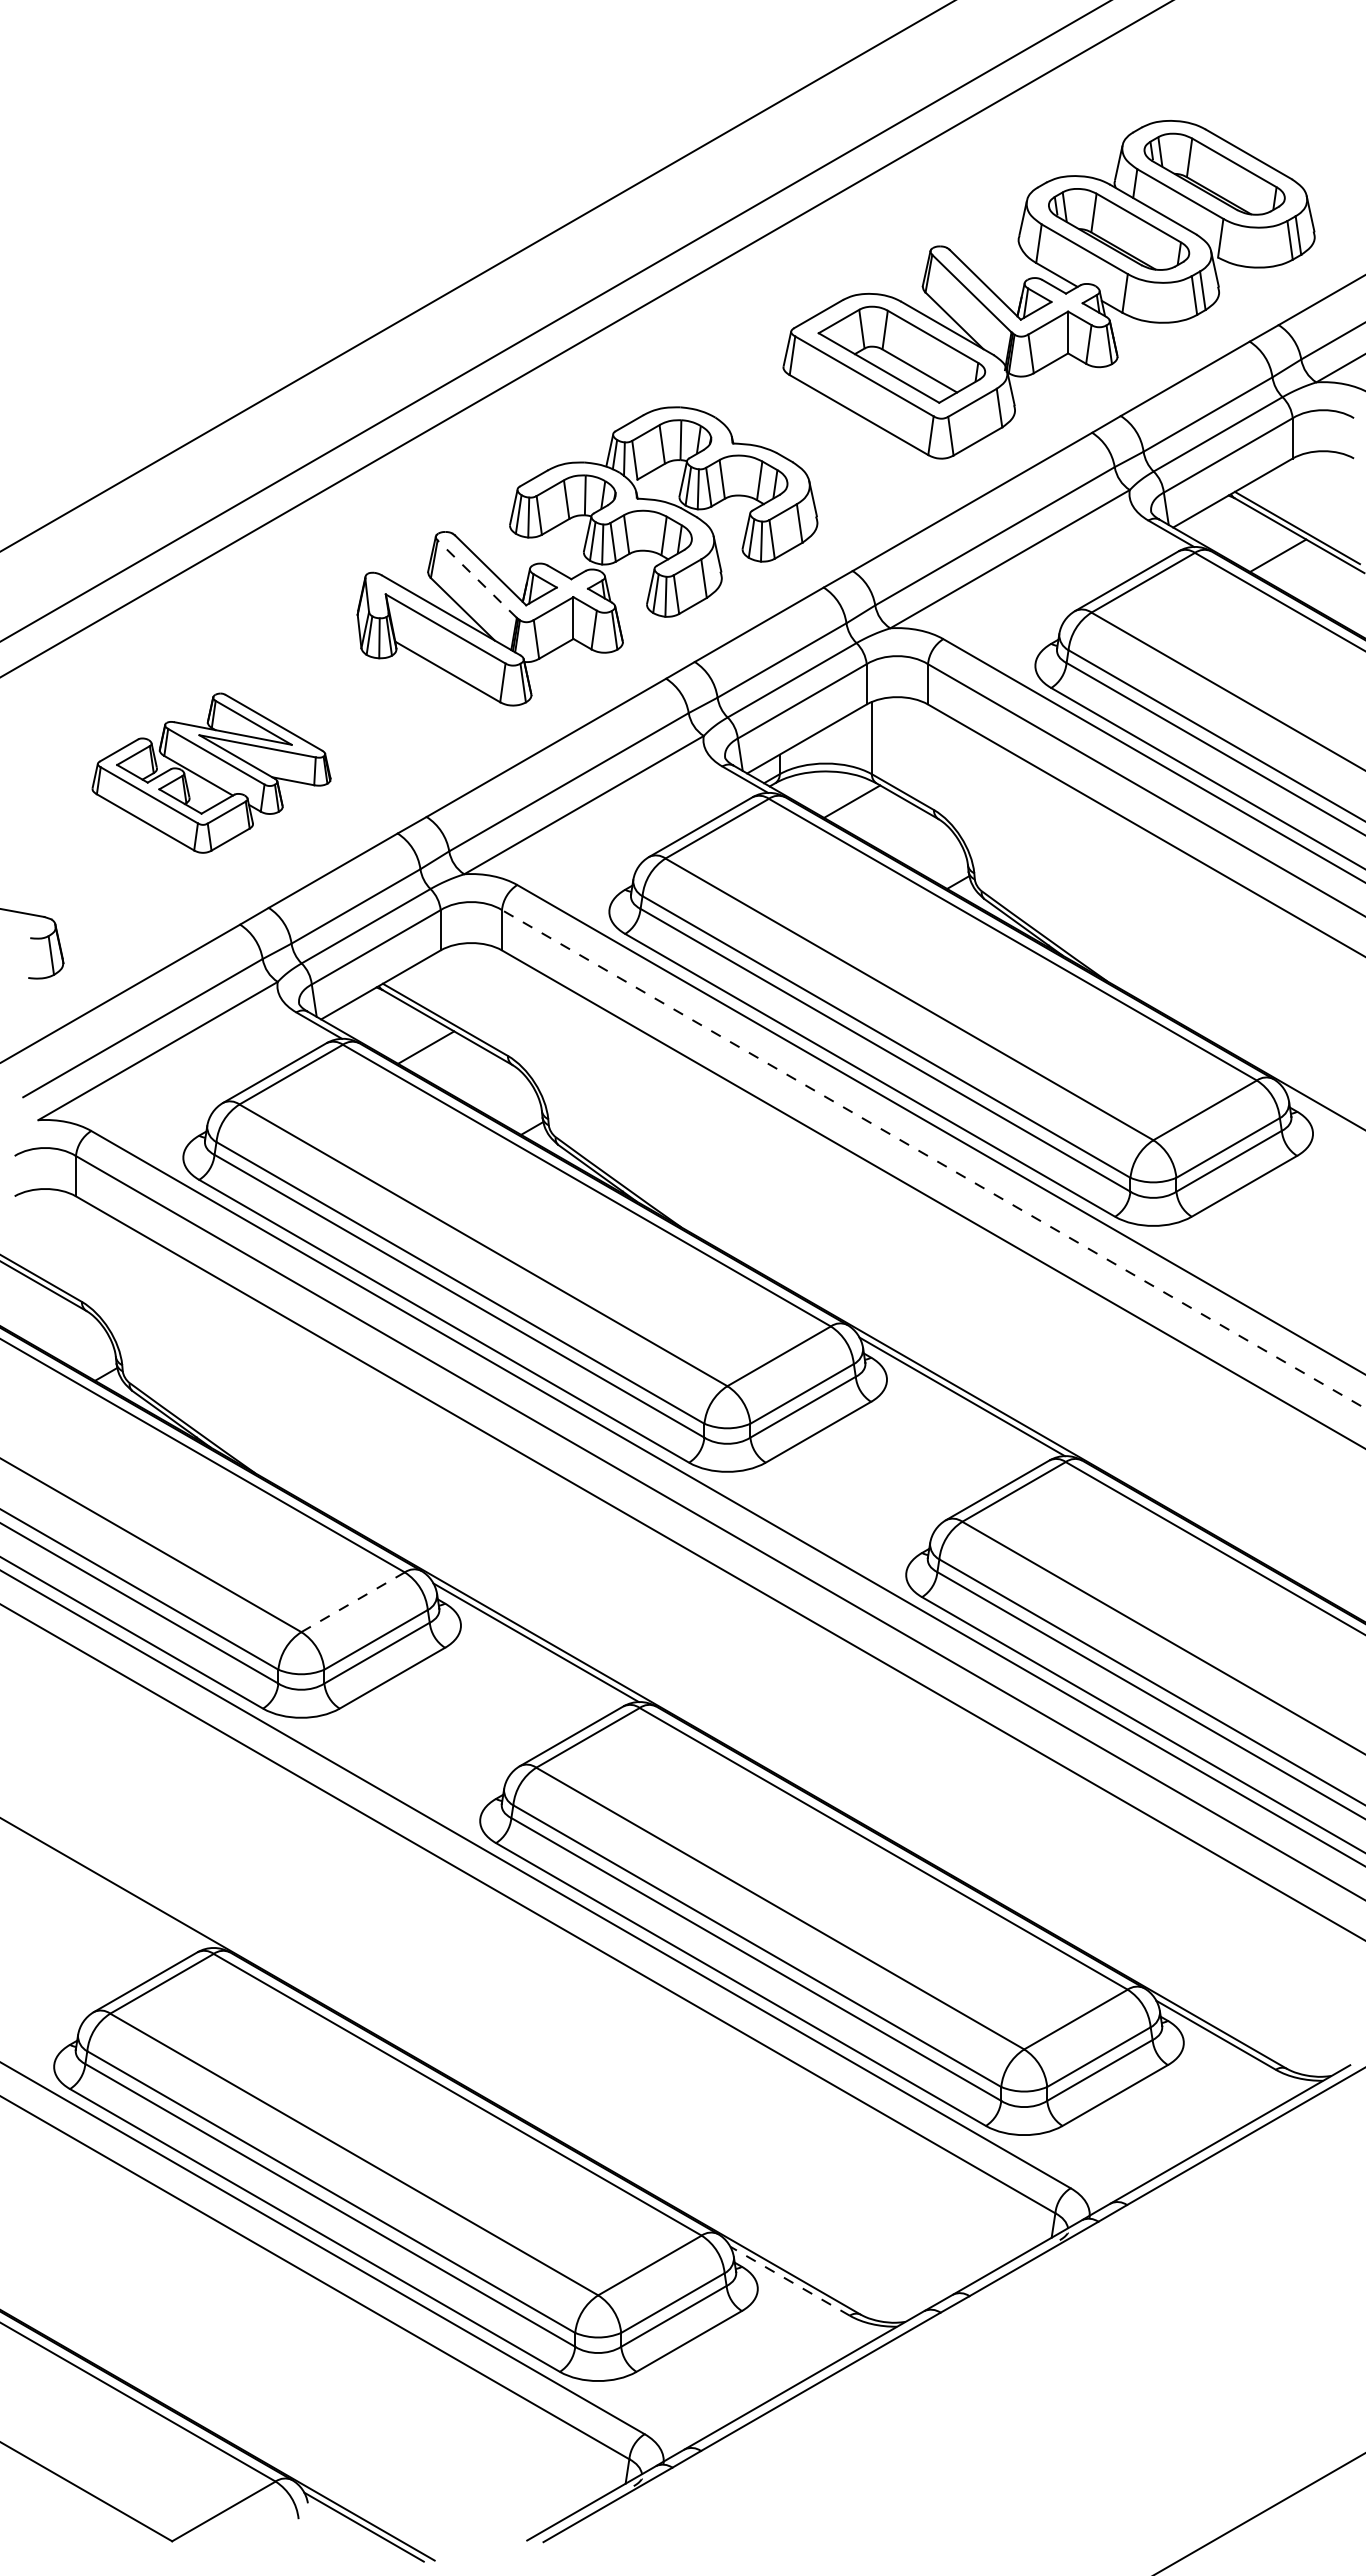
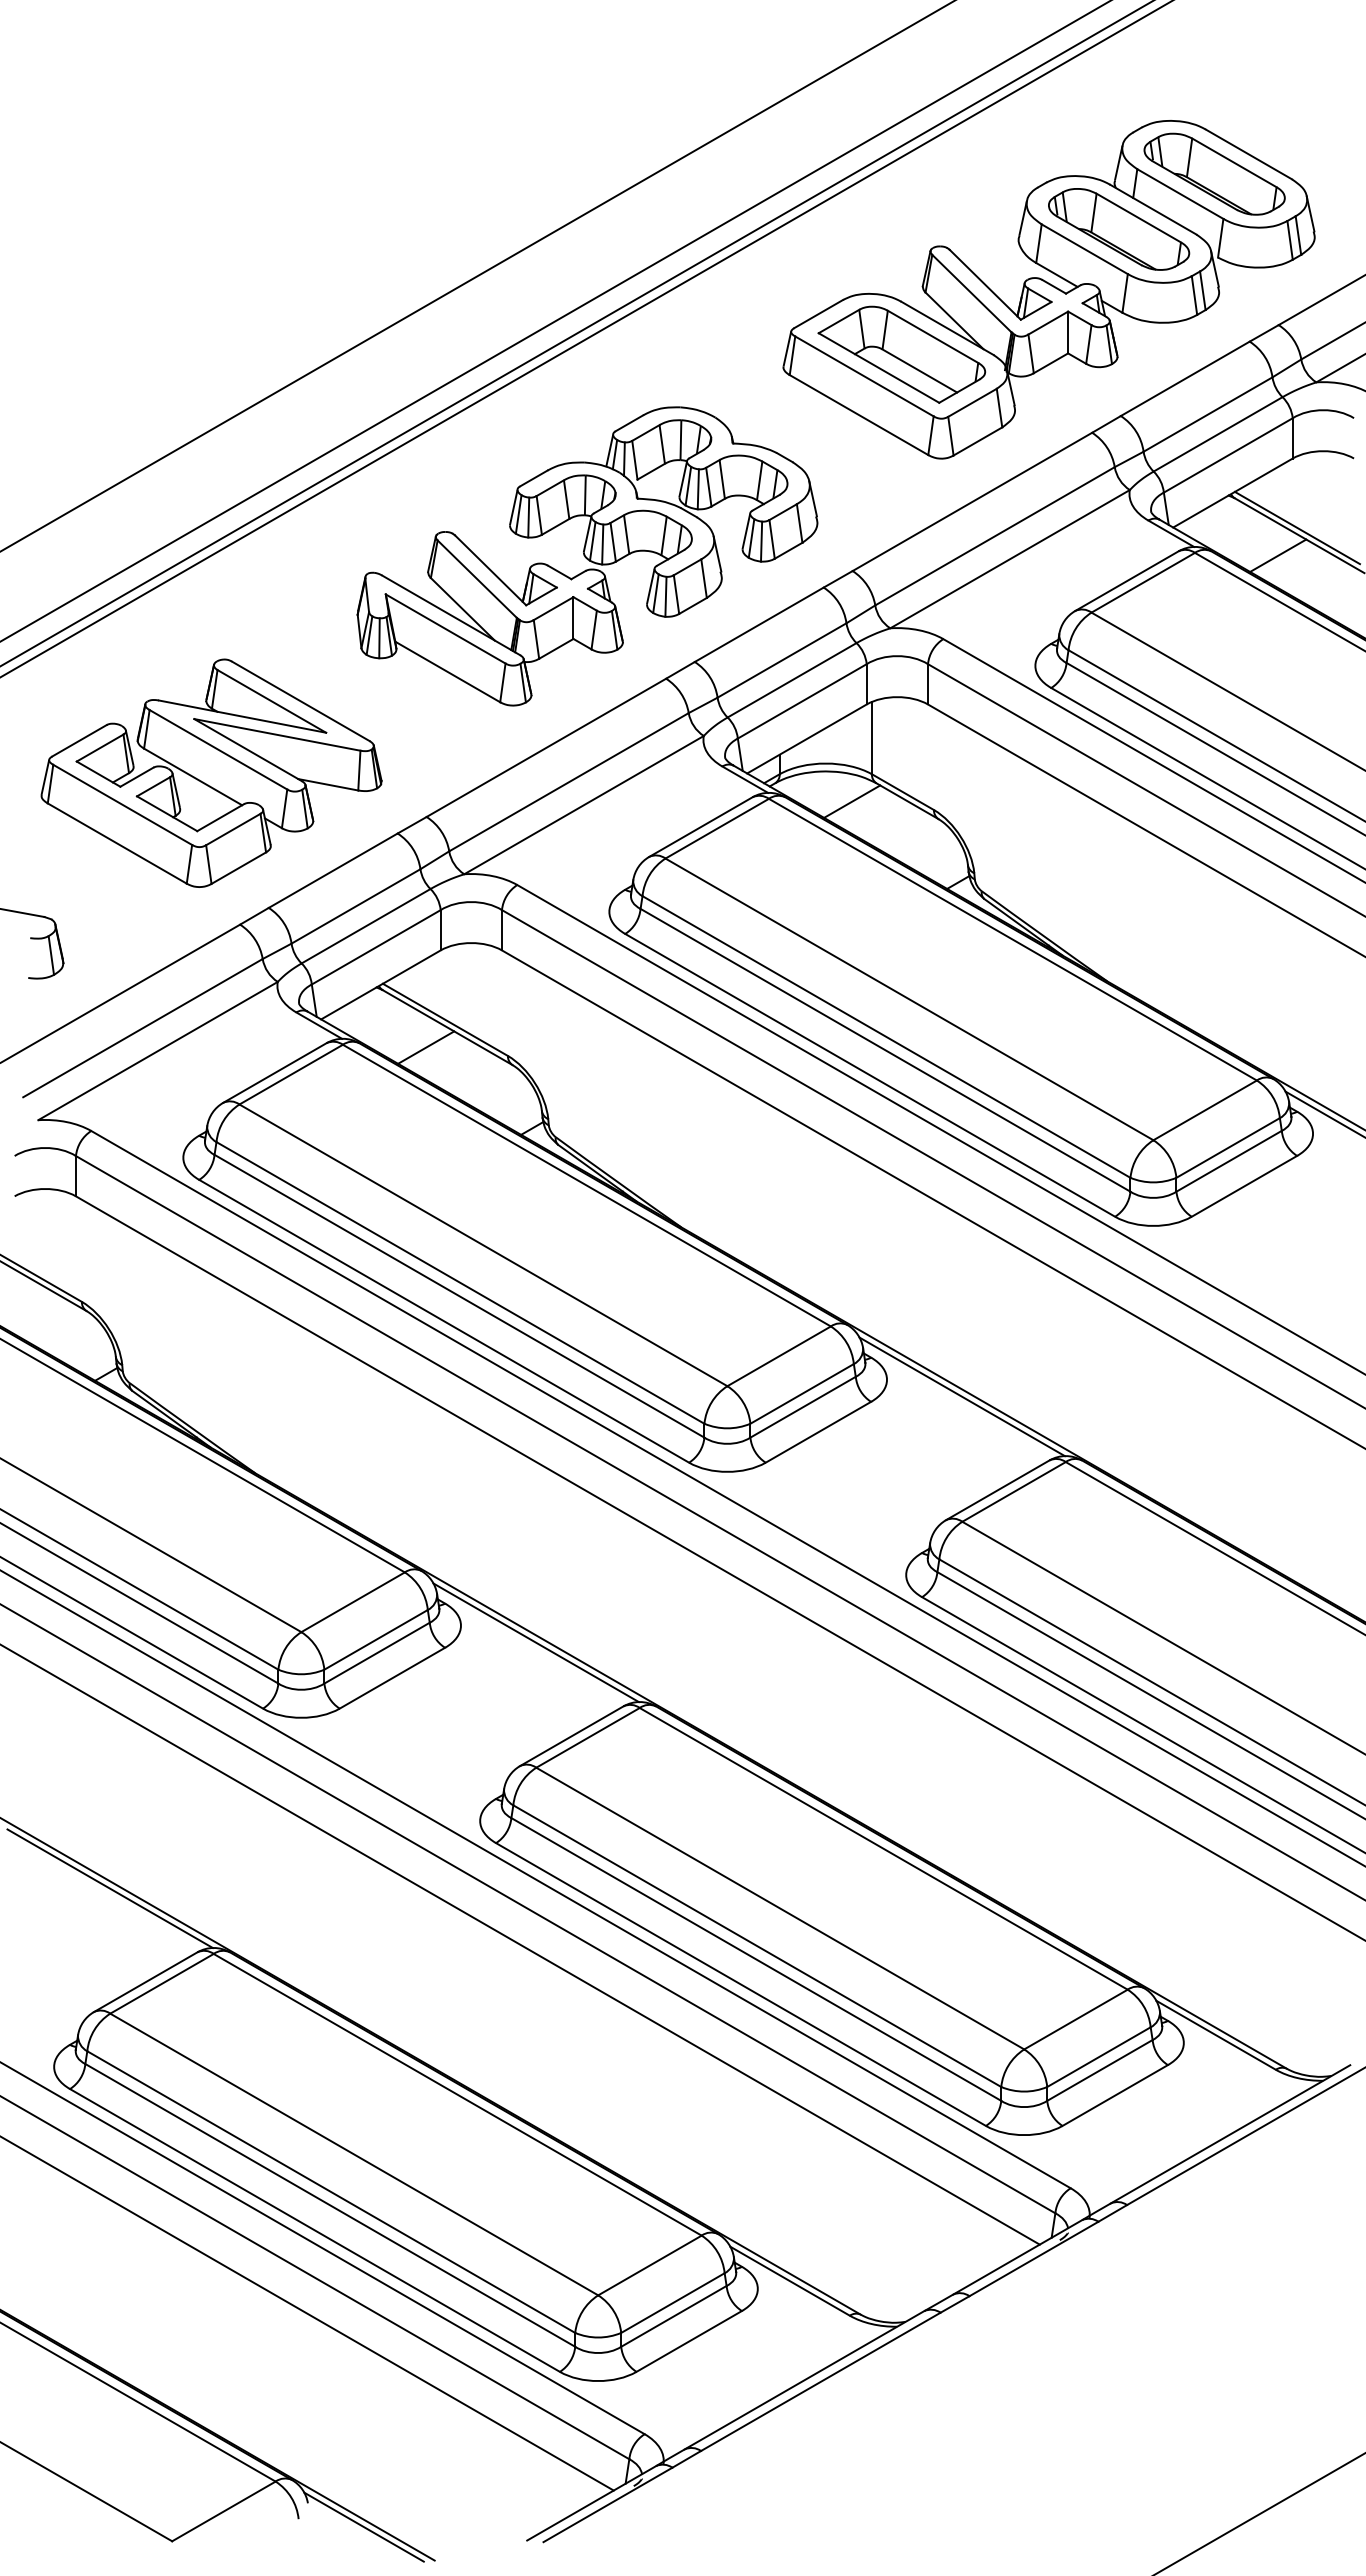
line at (576, 333): none -> present
line at (476, 578): dashed -> solid
part at (211, 772) size: 241x162 px -> 343x230 px
line at (1323, 1113): none -> present
line at (933, 1159): dashed -> solid
line at (353, 1602): dashed -> solid
line at (109, 1888): none -> present
line at (520, 1944): none -> present
line at (790, 2281): dashed -> solid
line at (307, 2313): none -> present
